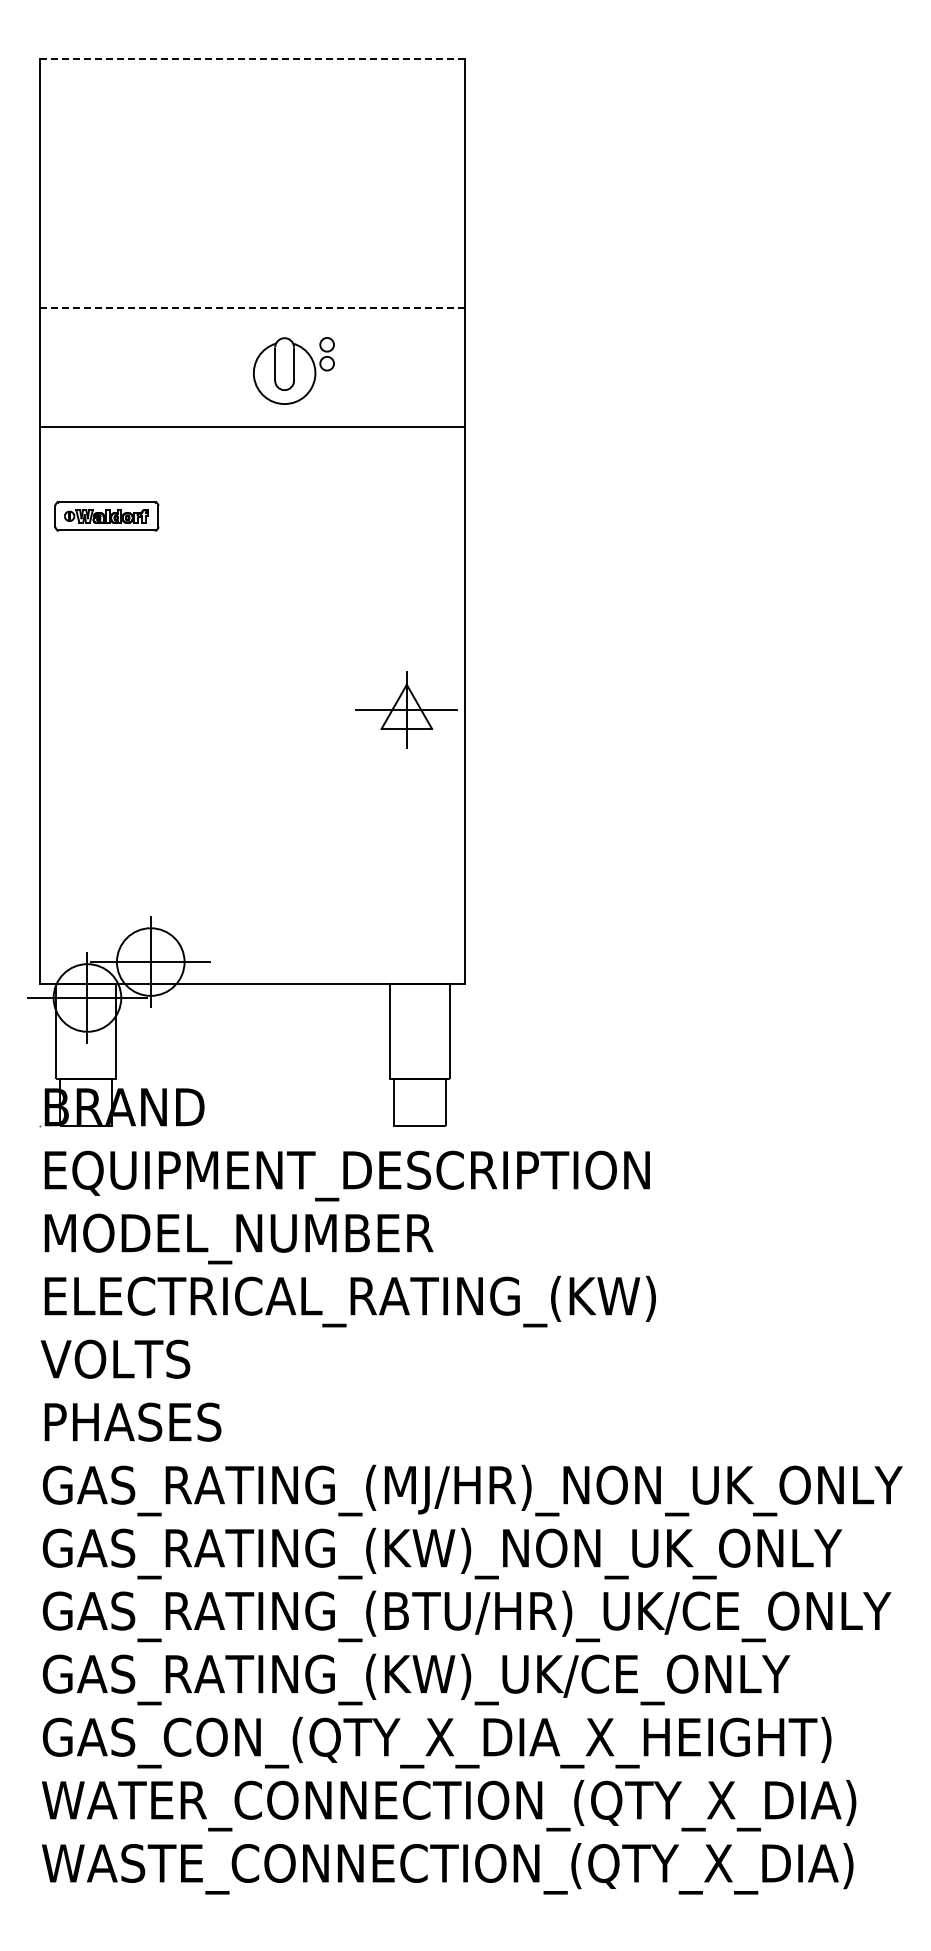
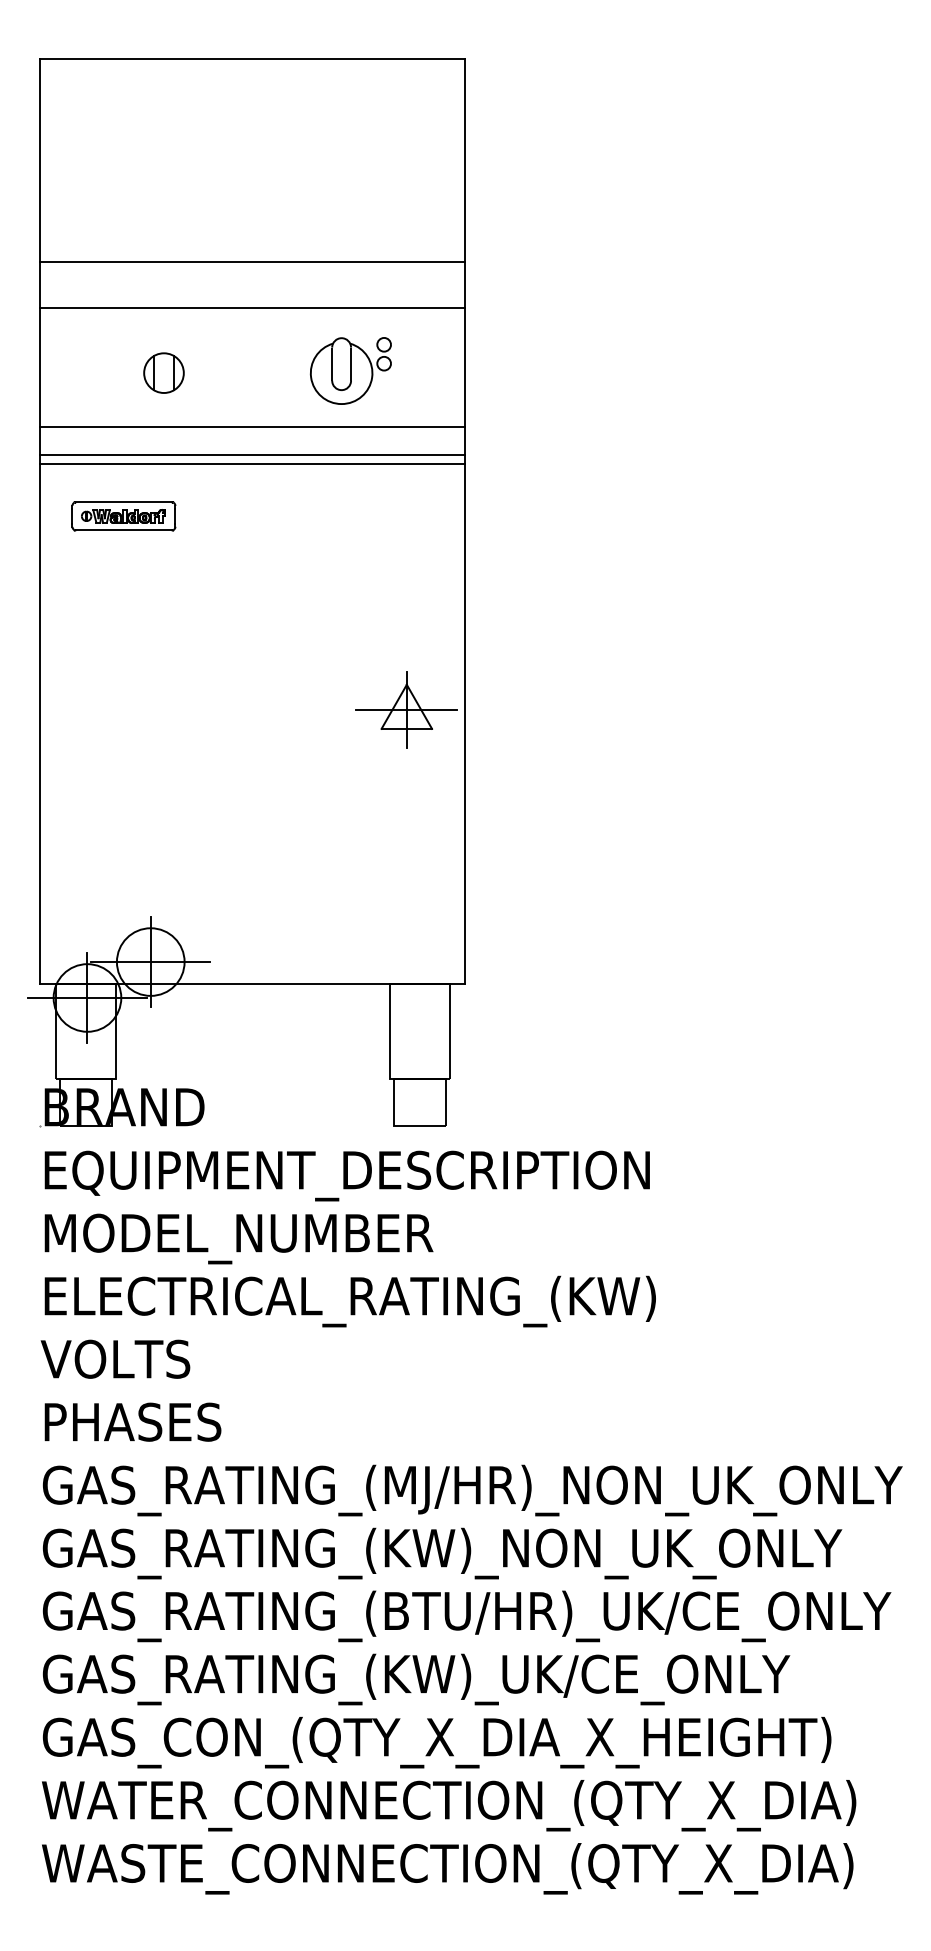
line at (252, 58): dashed -> solid
line at (252, 261): none -> present
line at (252, 307): dashed -> solid
part at (293, 370) position: (293, 370) -> (350, 370)
part at (163, 372): none -> present
line at (252, 455): none -> present
line at (252, 464): none -> present
part at (106, 516) position: (106, 516) -> (123, 516)
